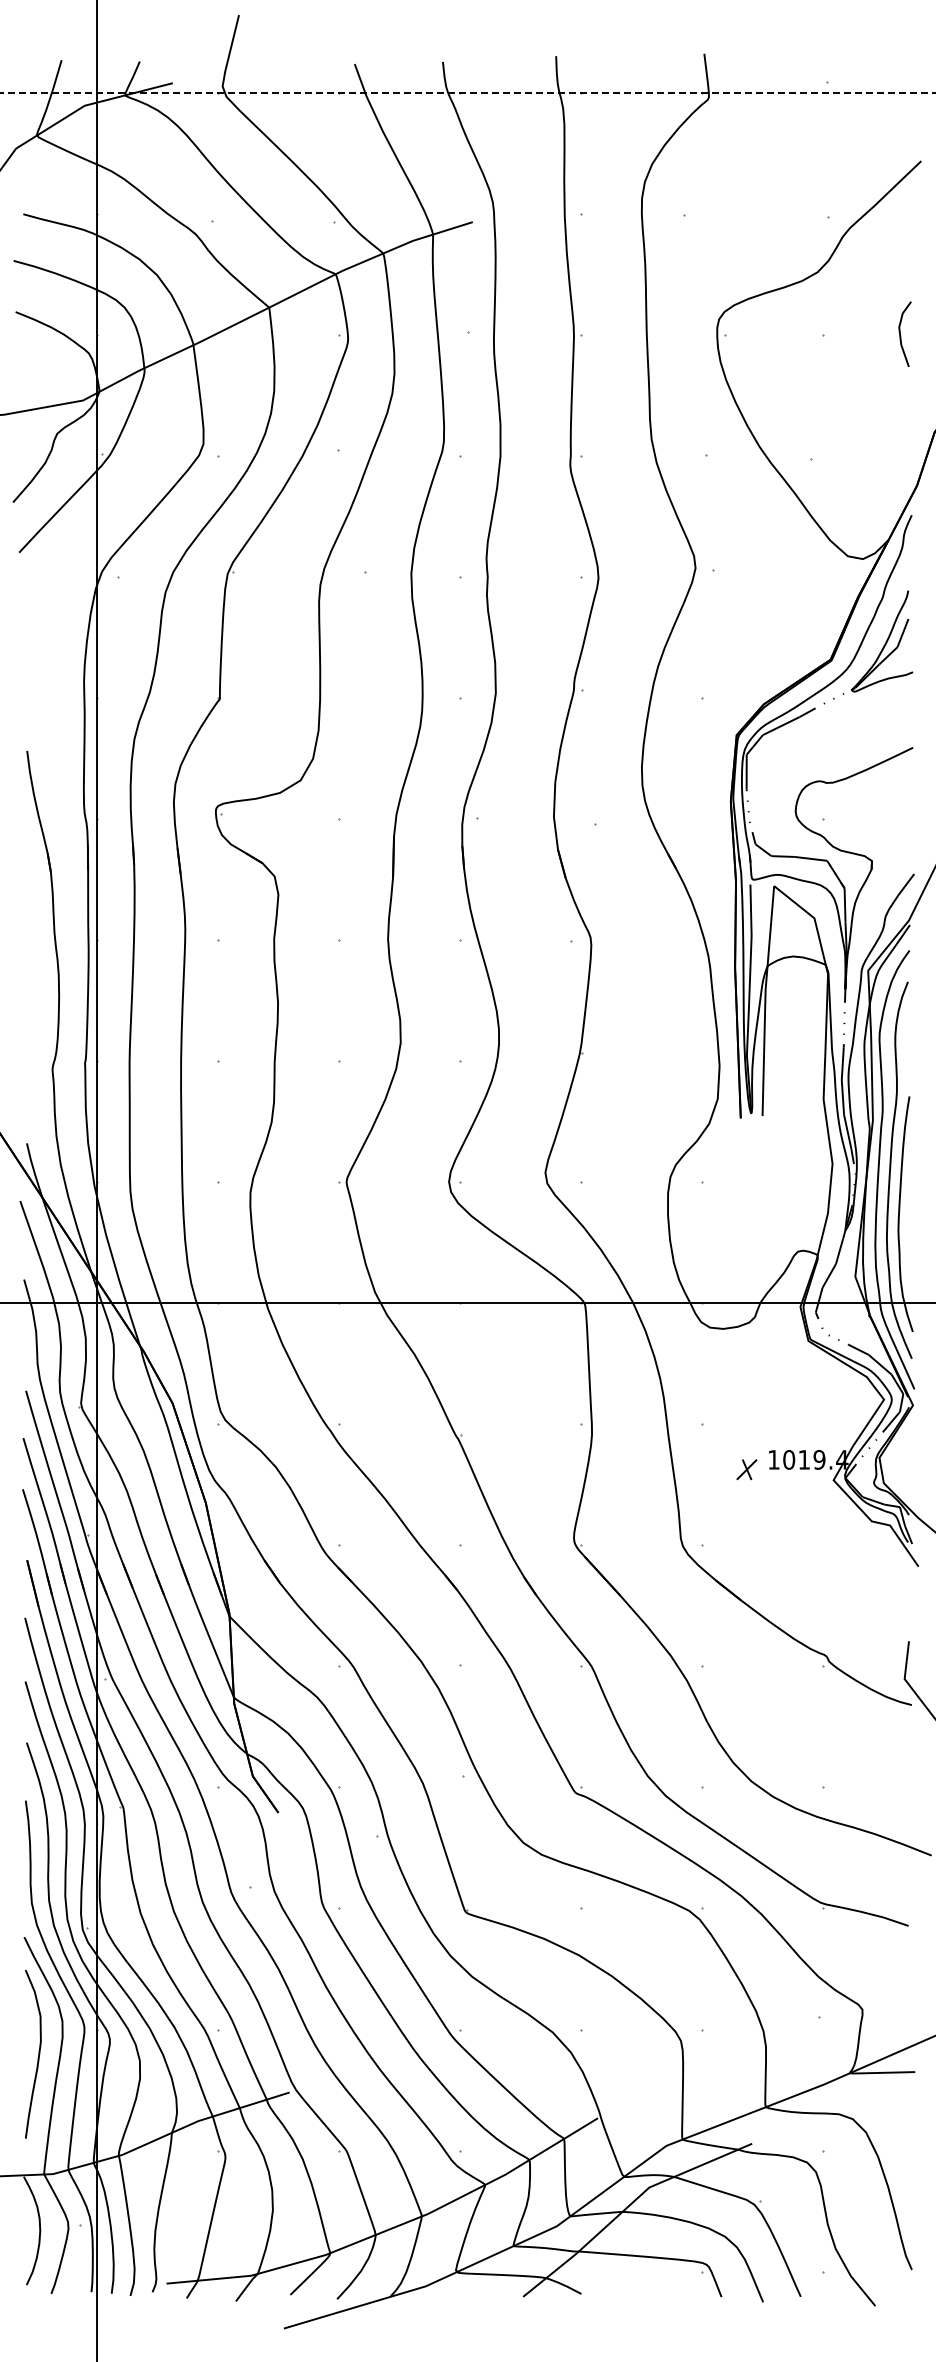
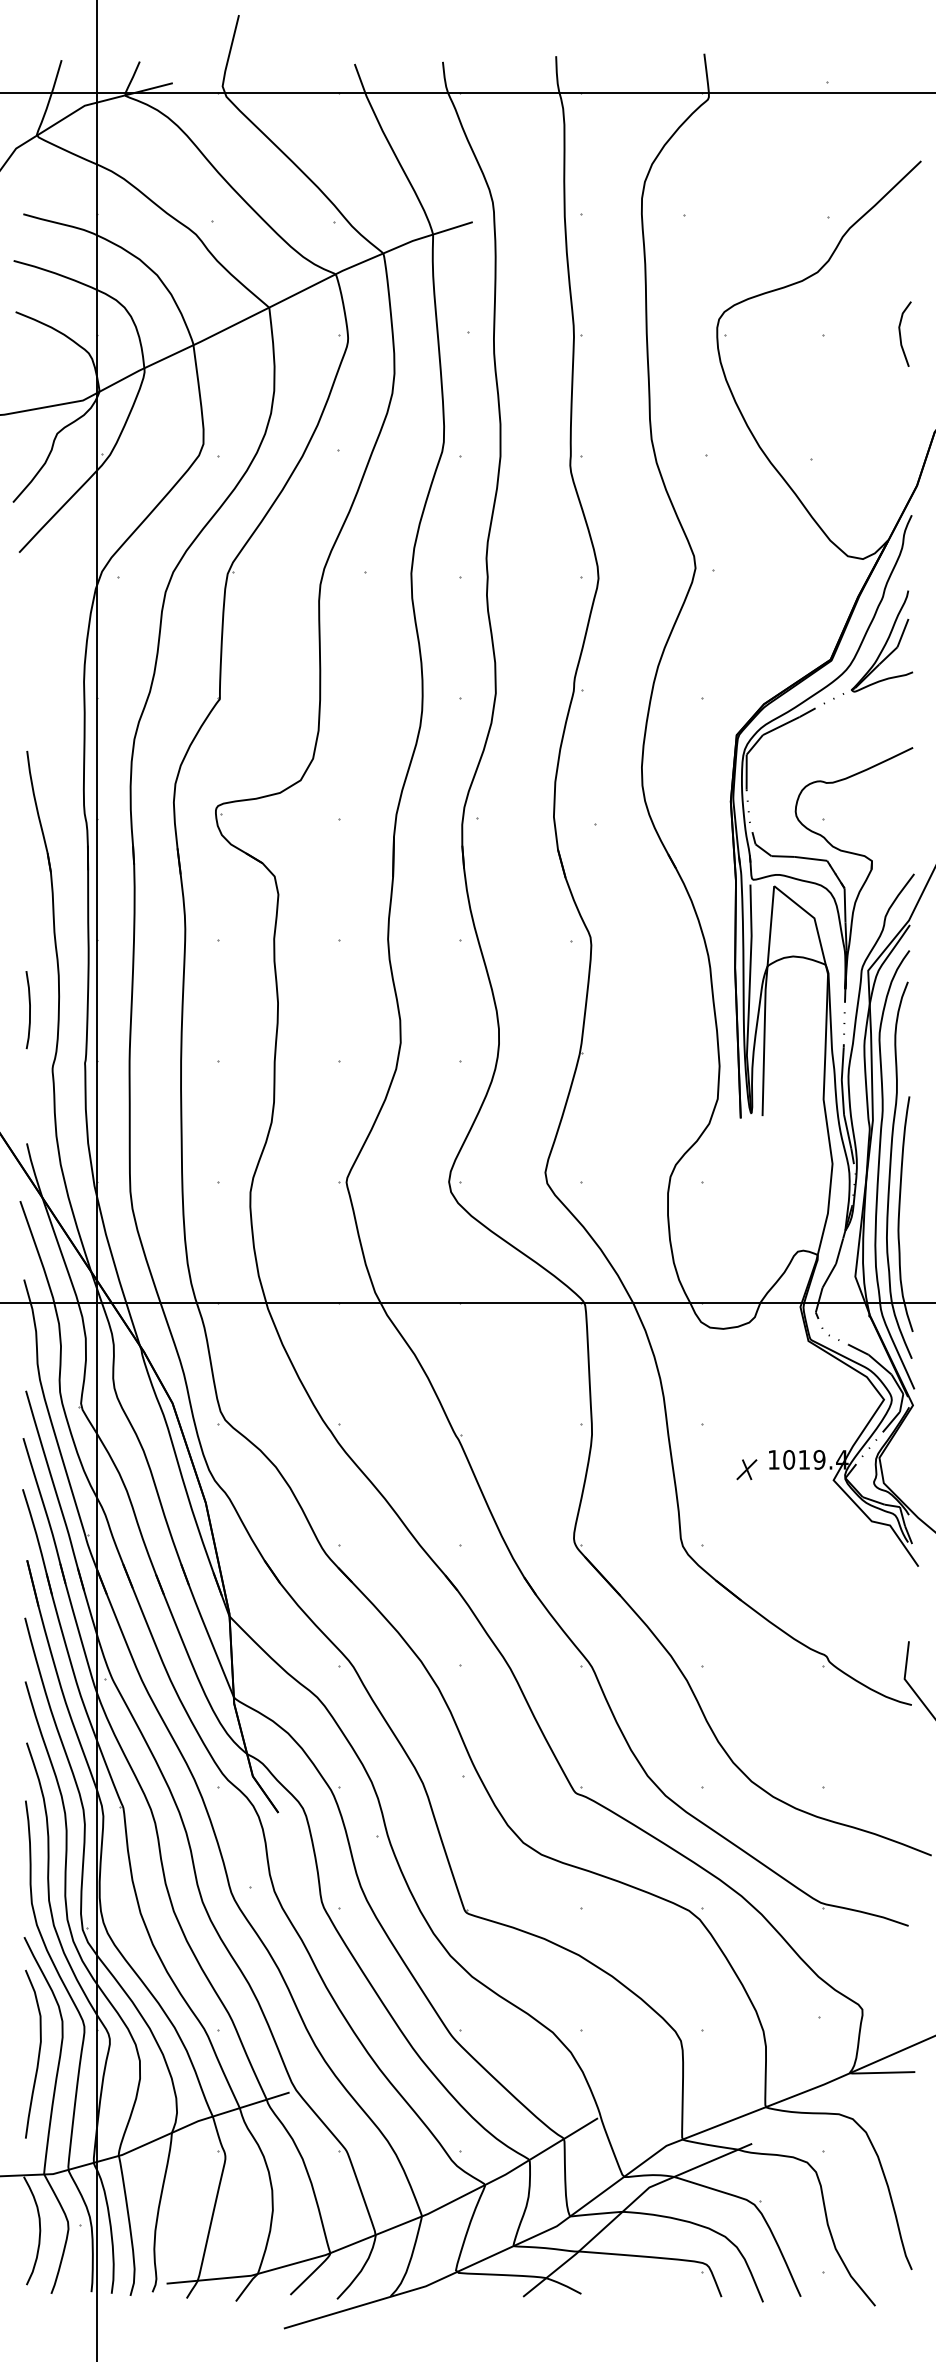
line at (468, 92): dashed -> solid
curve at (29, 1010): none -> present
